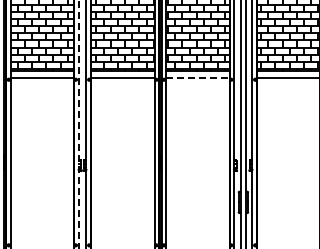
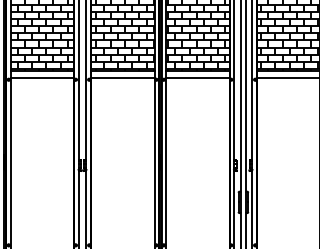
line at (197, 78): dashed -> solid
line at (78, 124): dashed -> solid
